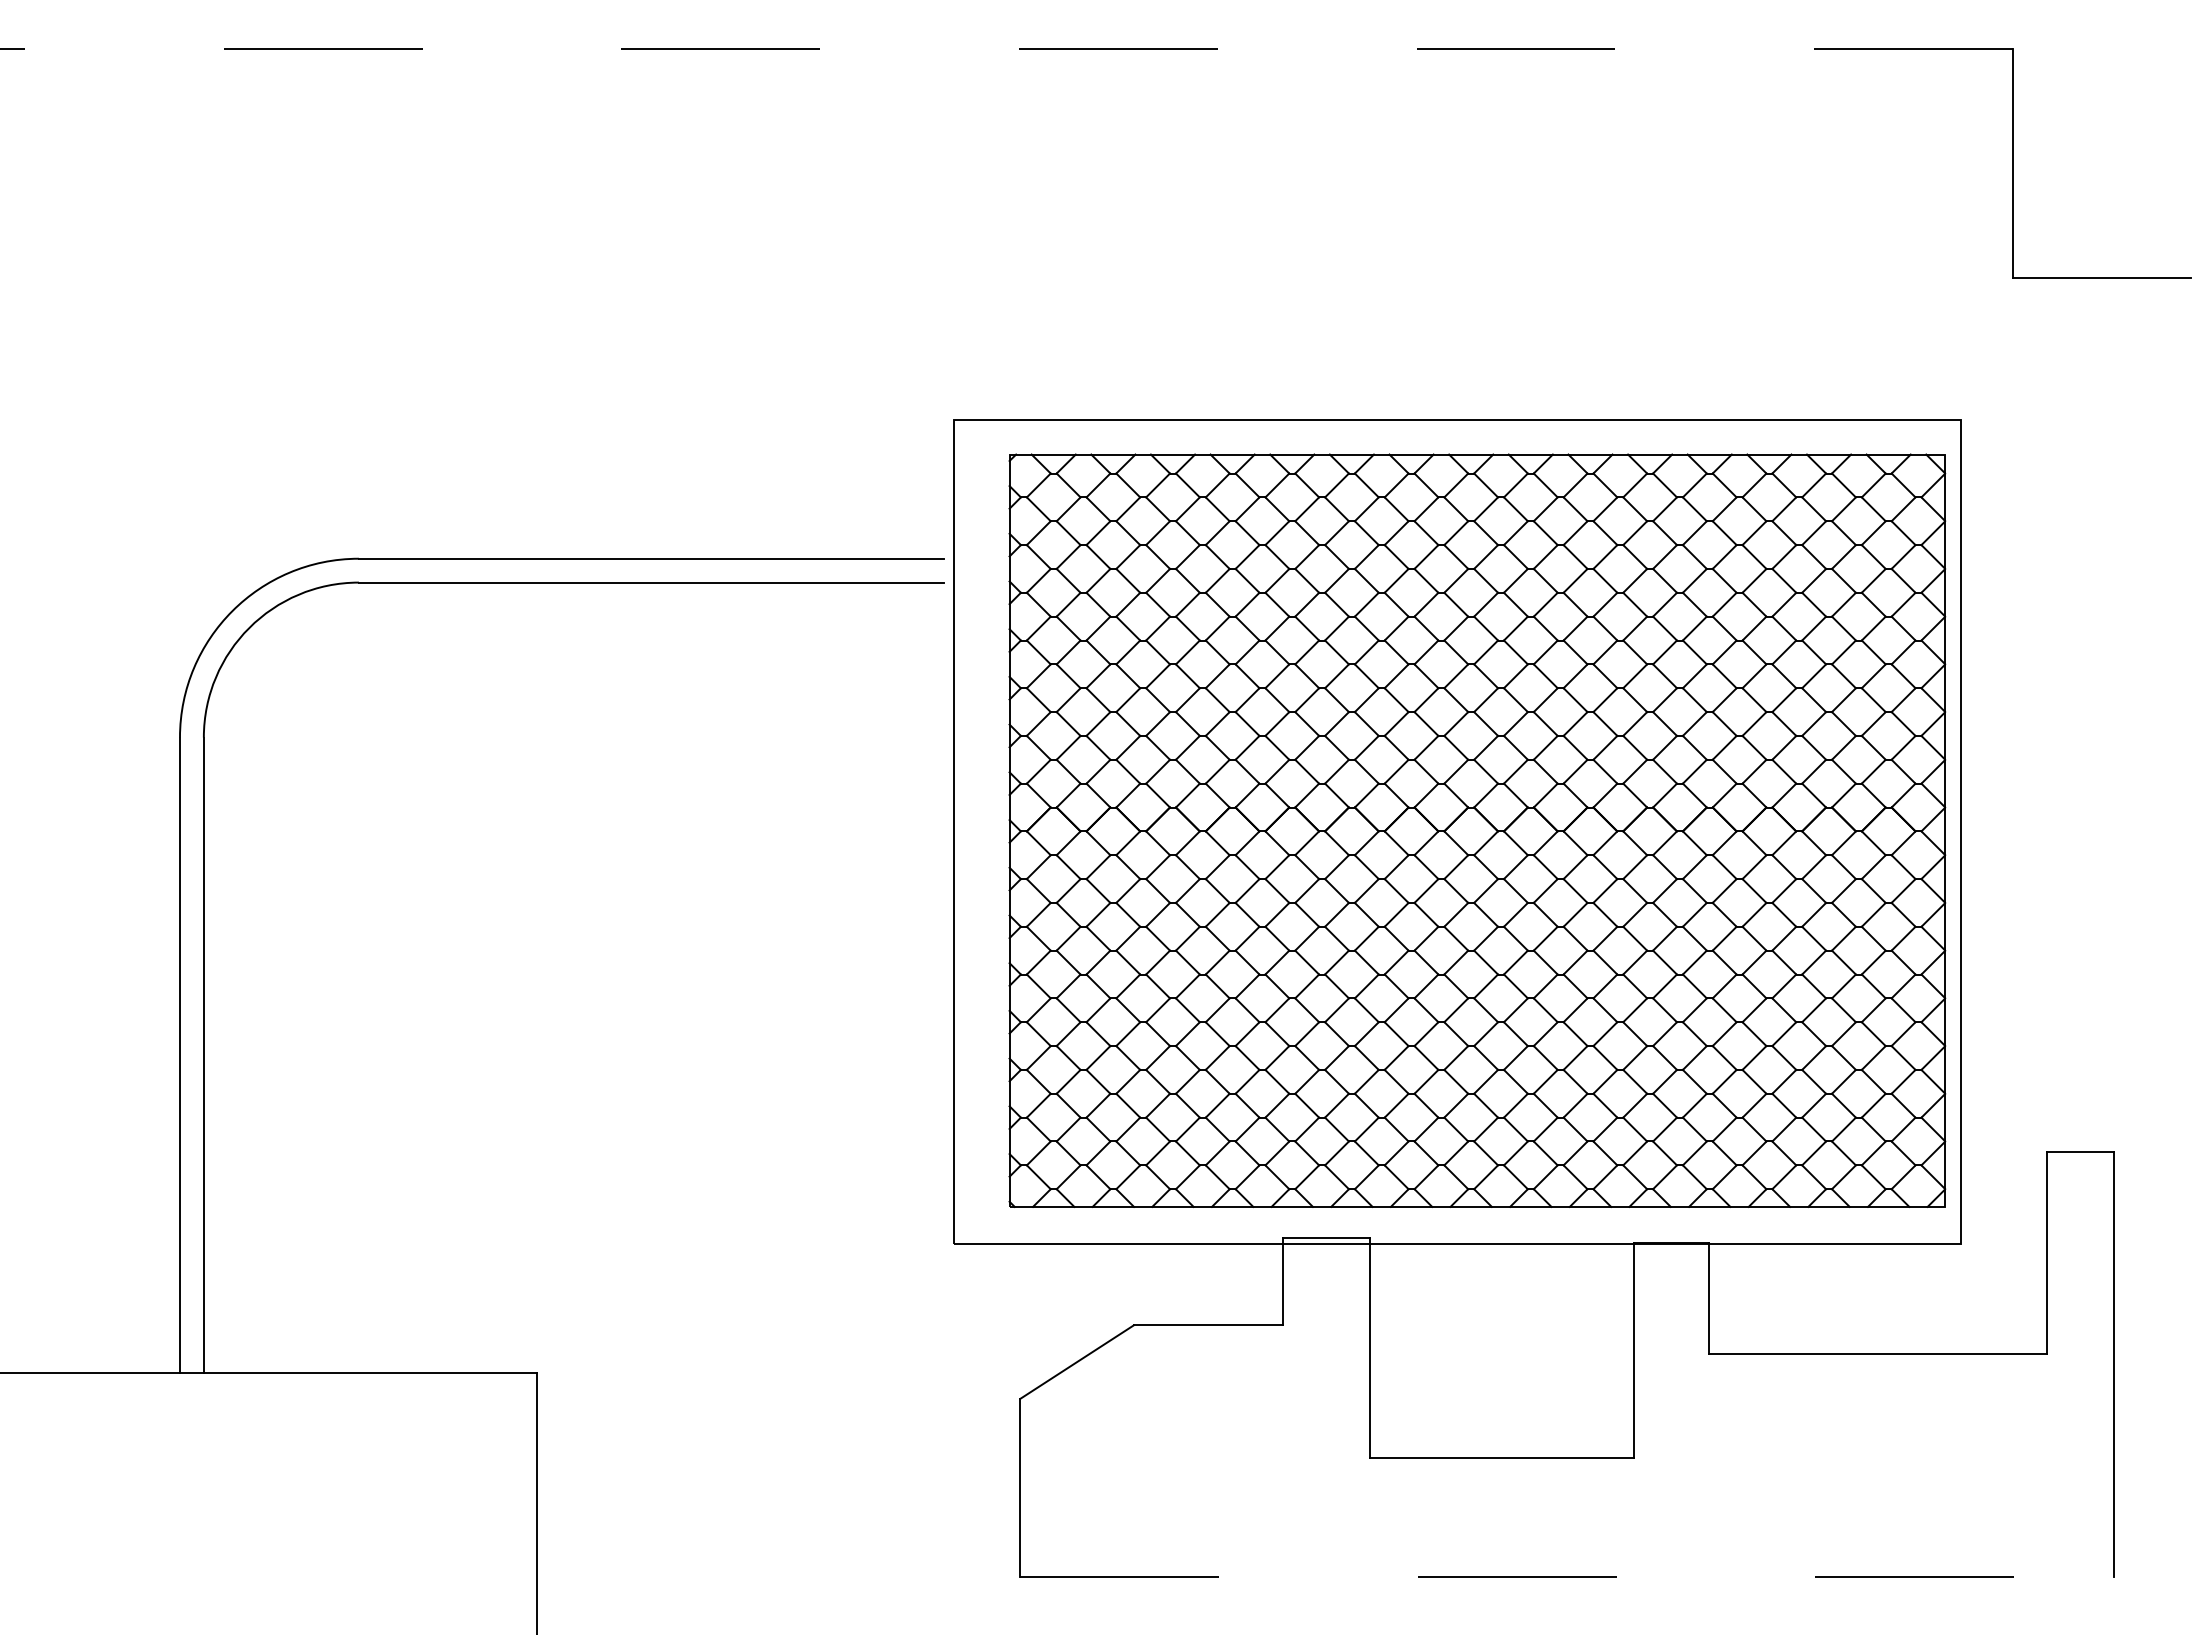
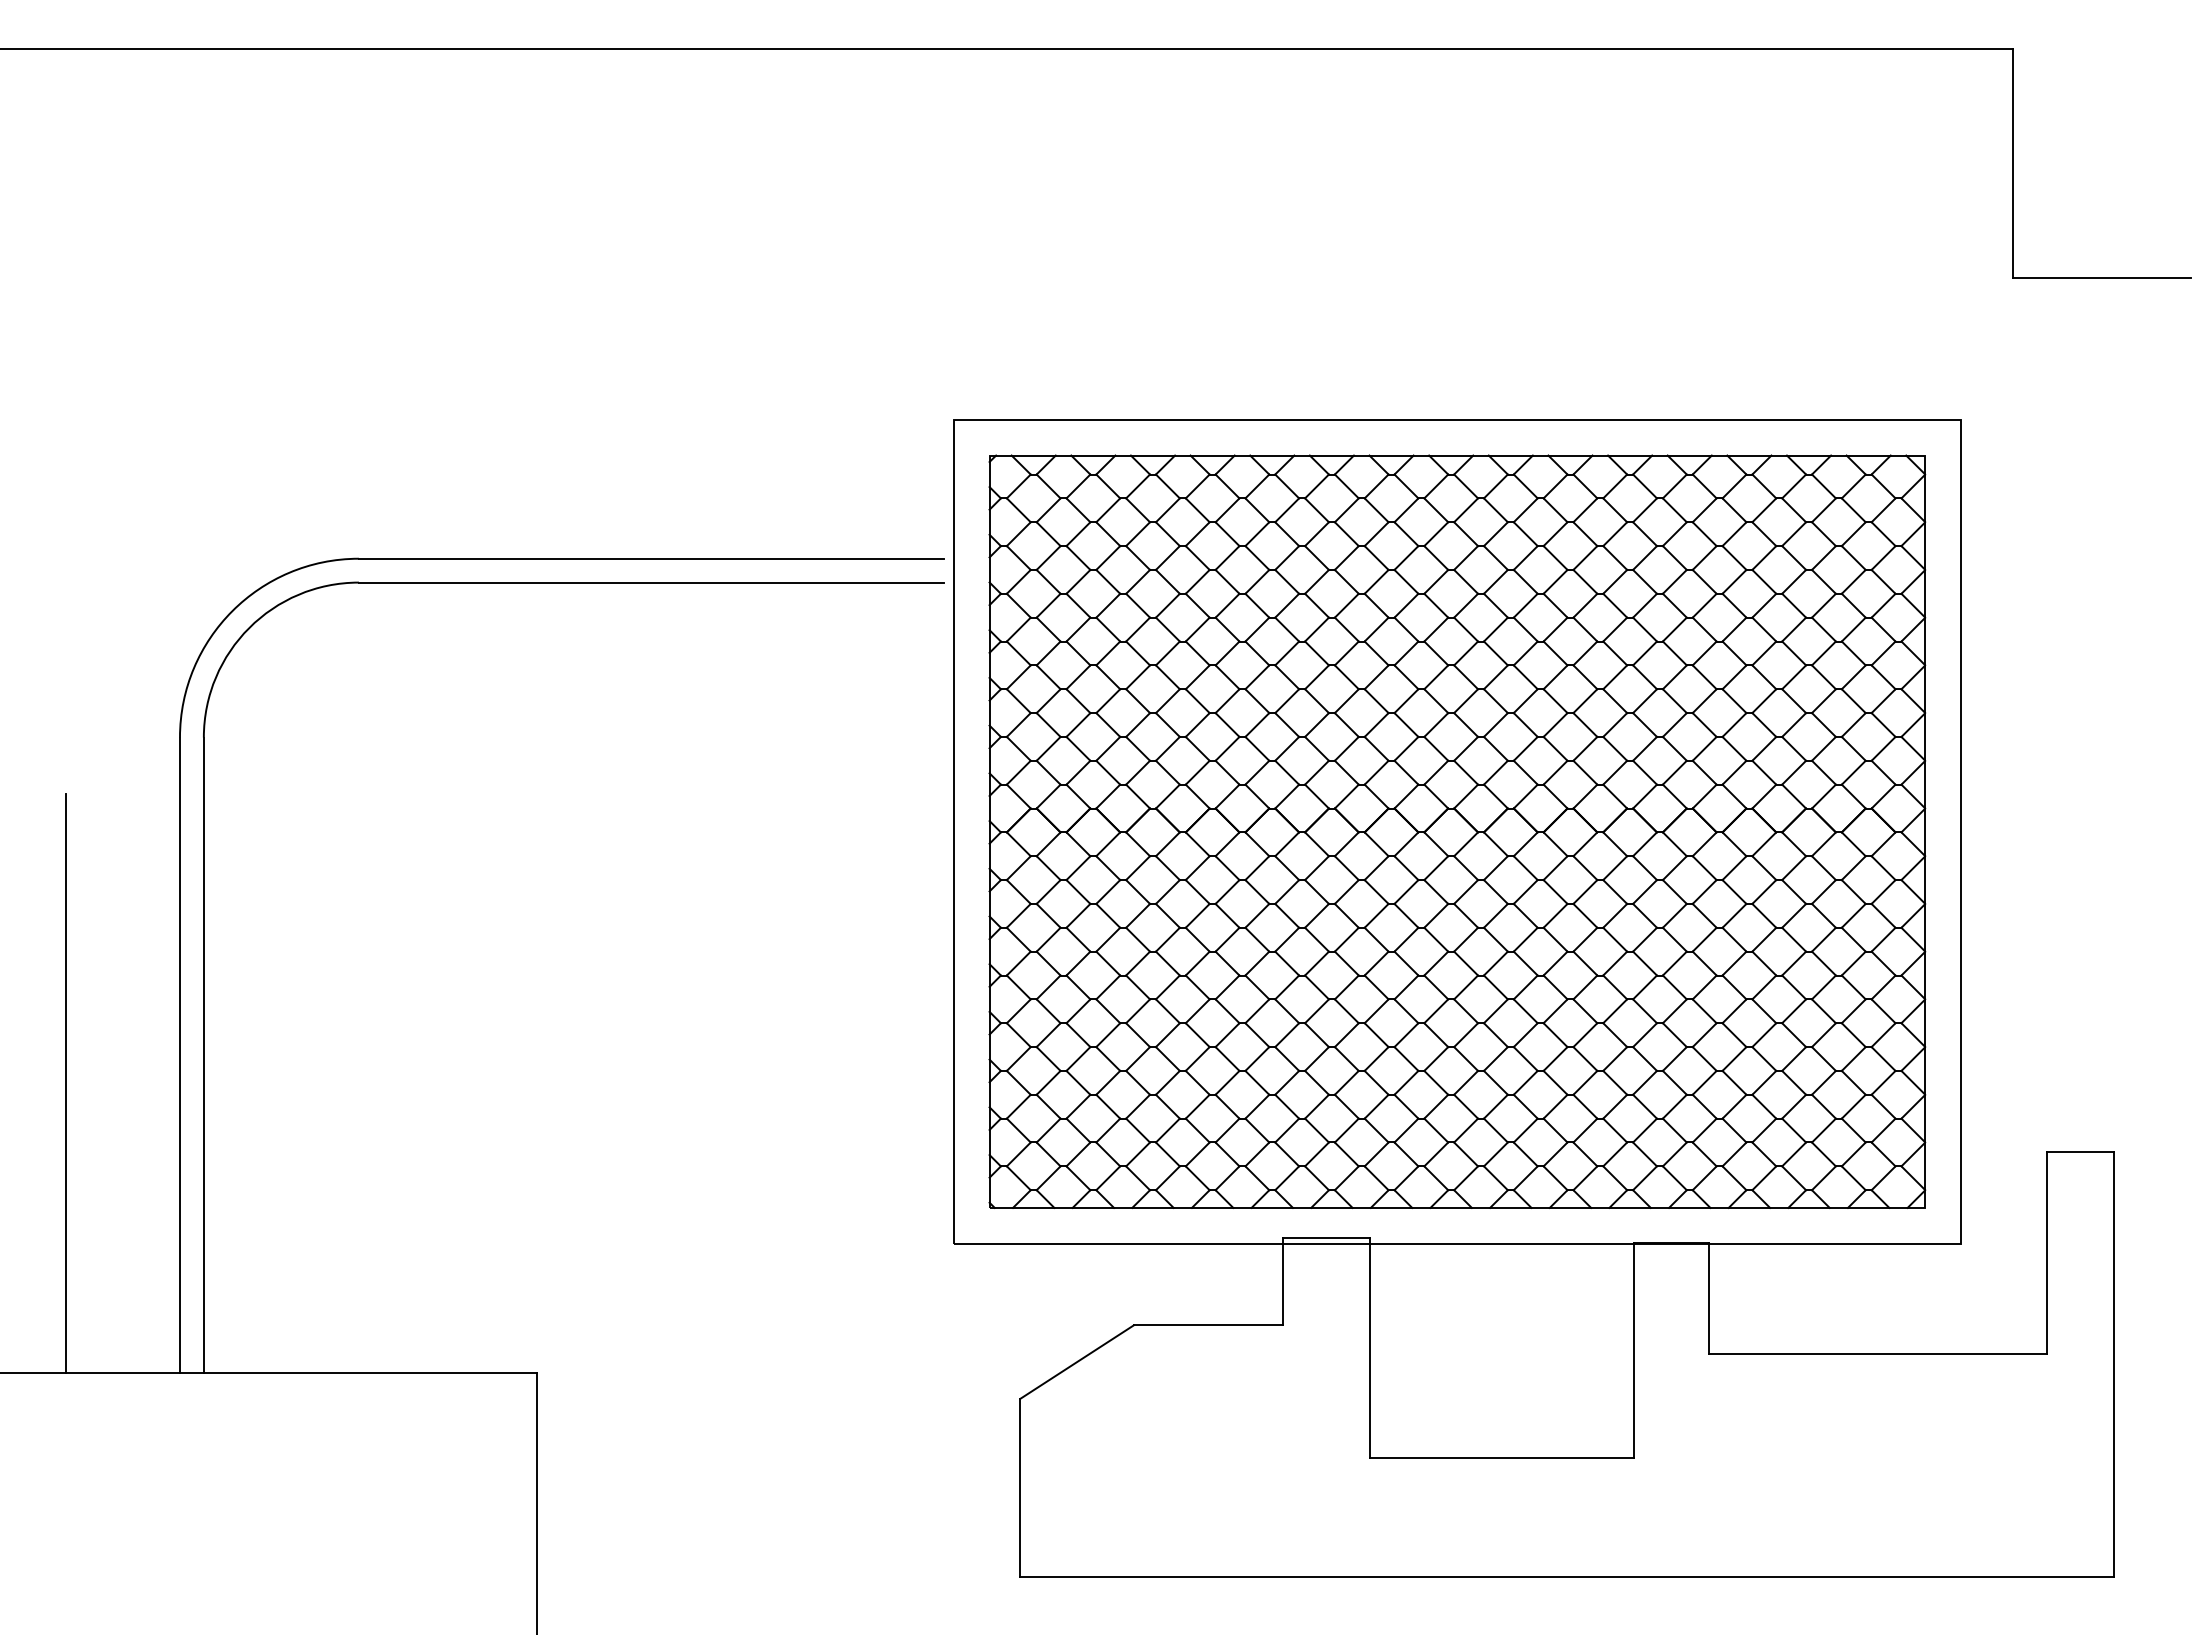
line at (1006, 49): dashed -> solid
part at (1477, 830) position: (1477, 830) -> (1457, 831)
line at (66, 1083): none -> present
line at (1566, 1577): dashed -> solid
